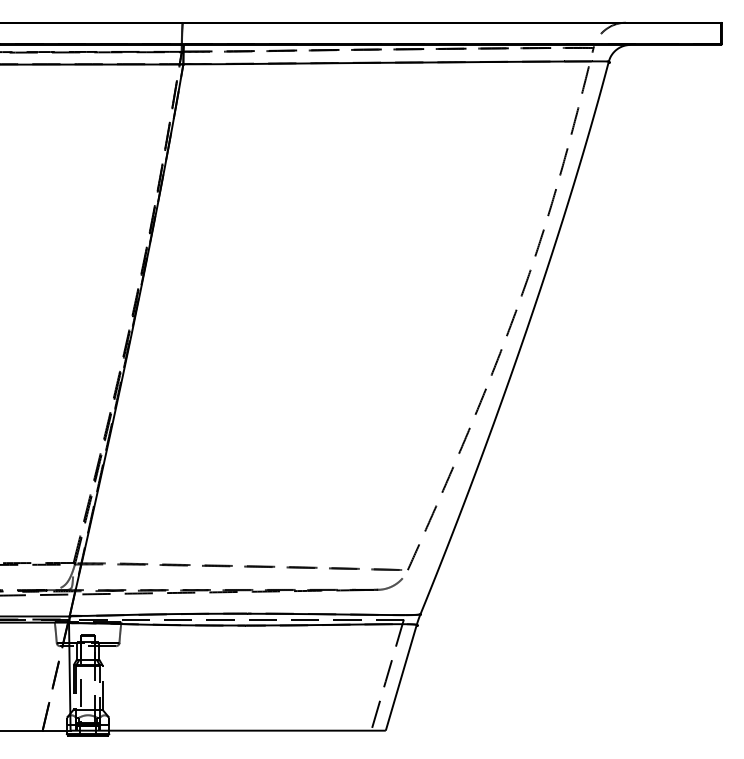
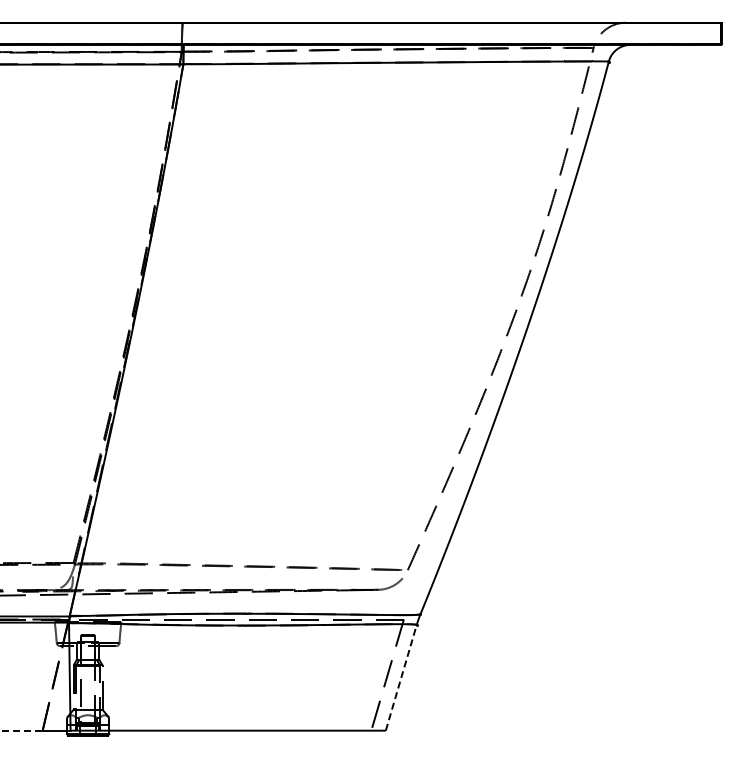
line at (401, 677): solid -> dashed
line at (21, 730): solid -> dashed
